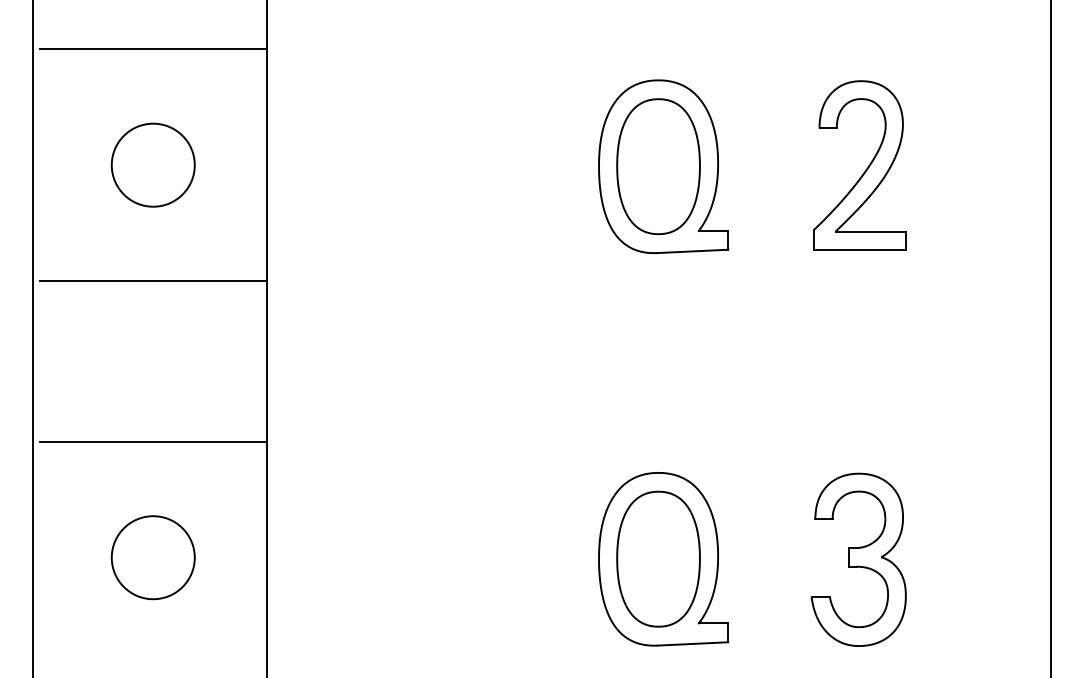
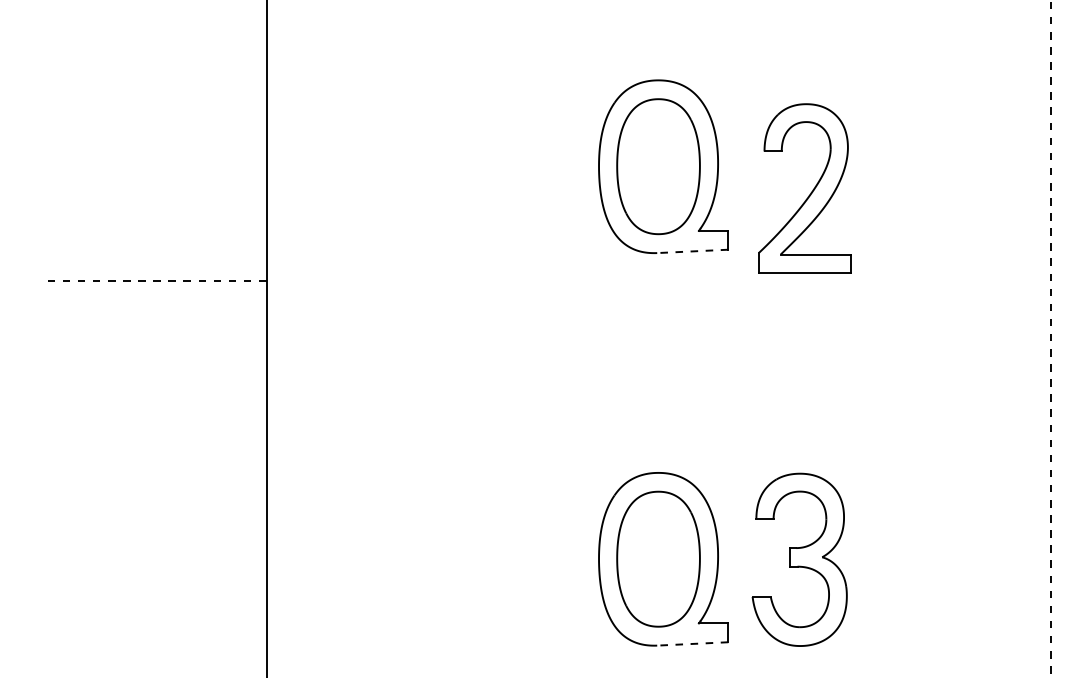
line at (153, 49): present -> none
circle at (152, 164): present -> none
part at (865, 169) position: (865, 169) -> (810, 192)
line at (692, 251): solid -> dashed
line at (152, 281): solid -> dashed
line at (32, 338): present -> none
line at (1051, 338): solid -> dashed
line at (153, 441): present -> none
circle at (152, 557): present -> none
part at (858, 559) position: (858, 559) -> (799, 559)
line at (692, 643): solid -> dashed
